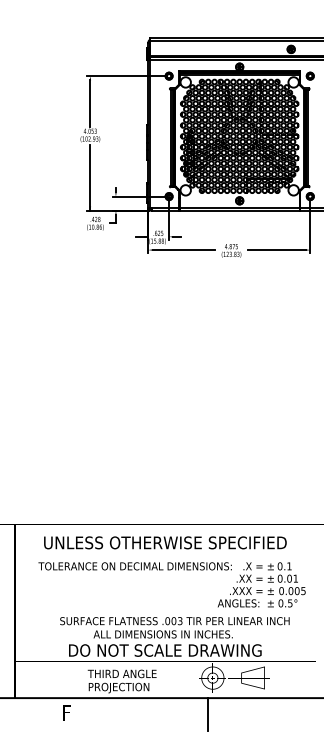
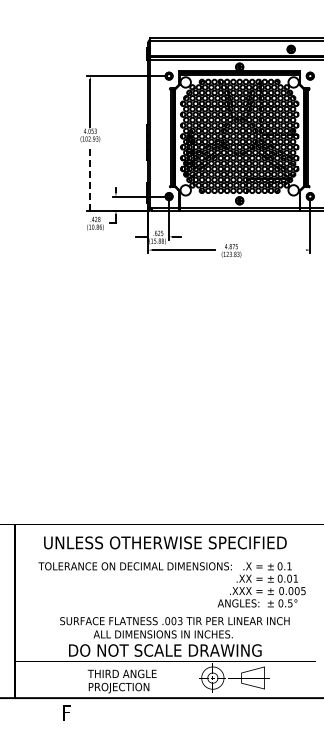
line at (90, 177): solid -> dashed
line at (276, 250): present -> none
line at (207, 714): present -> none
